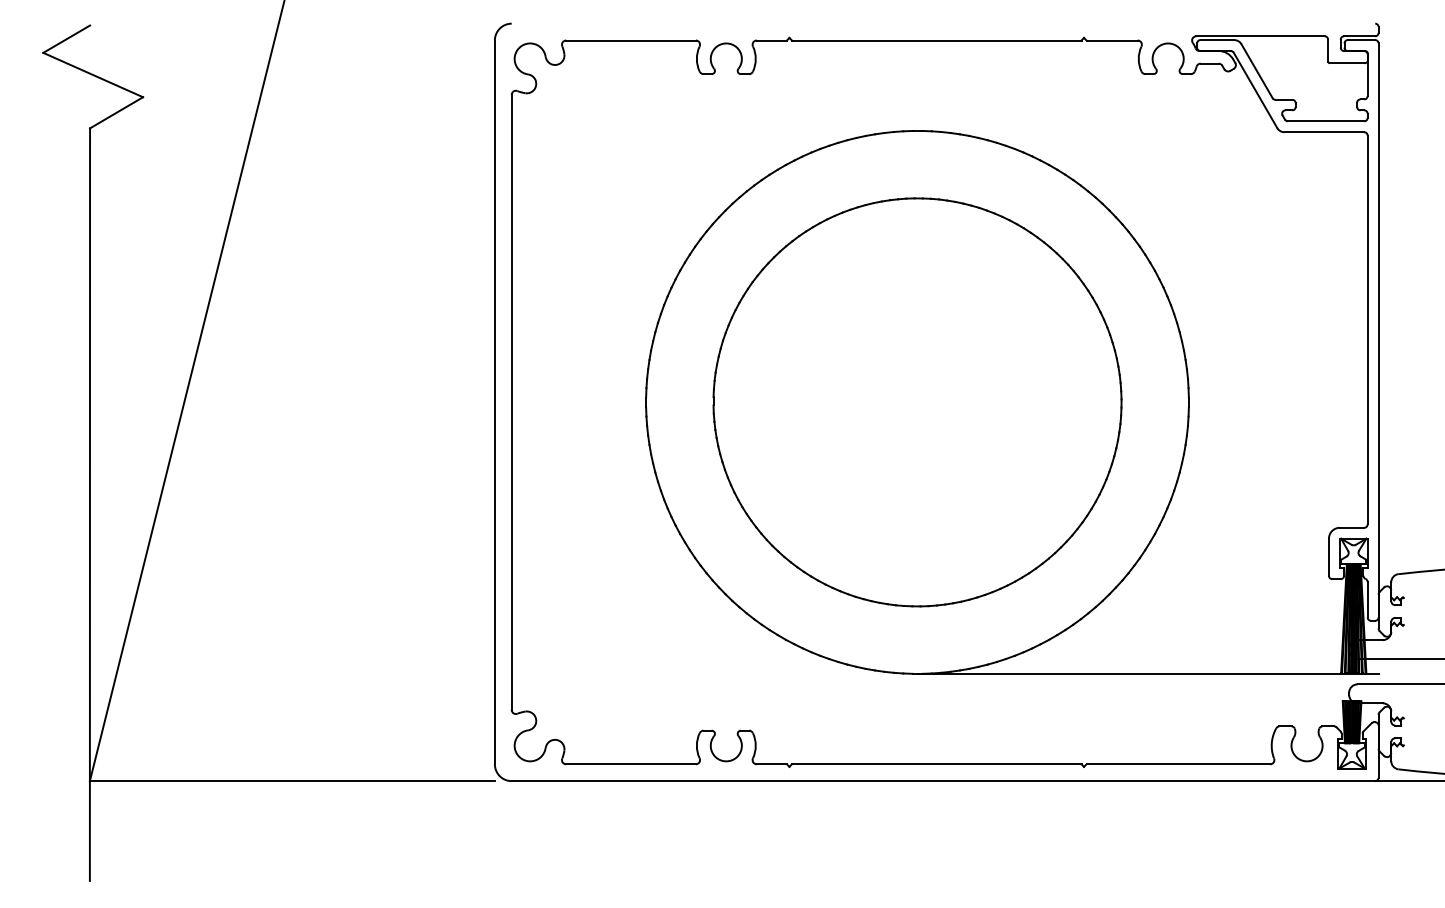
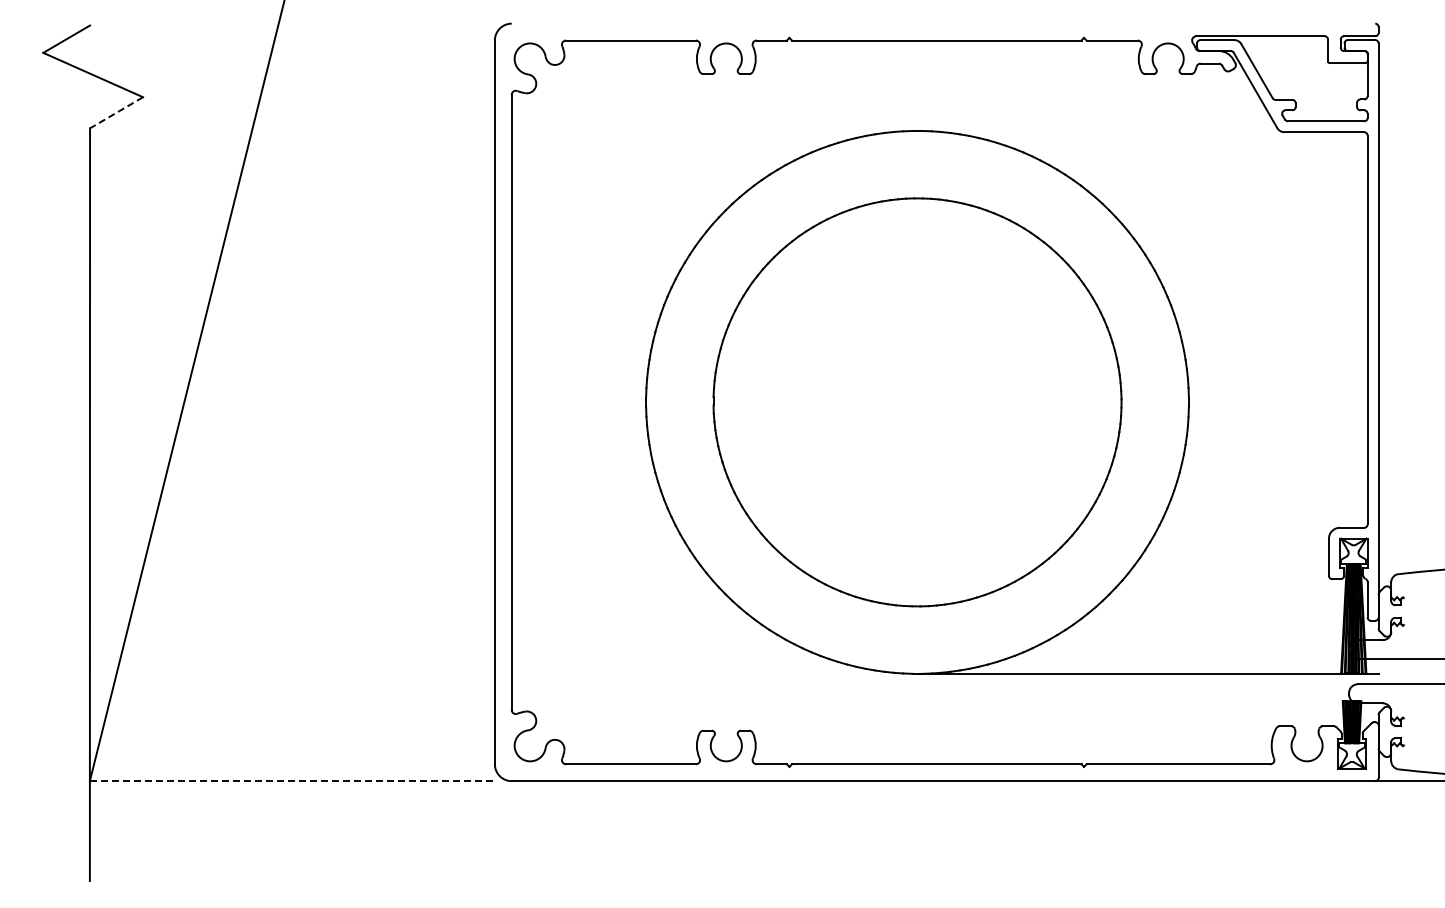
line at (116, 112): solid -> dashed
line at (292, 781): solid -> dashed
